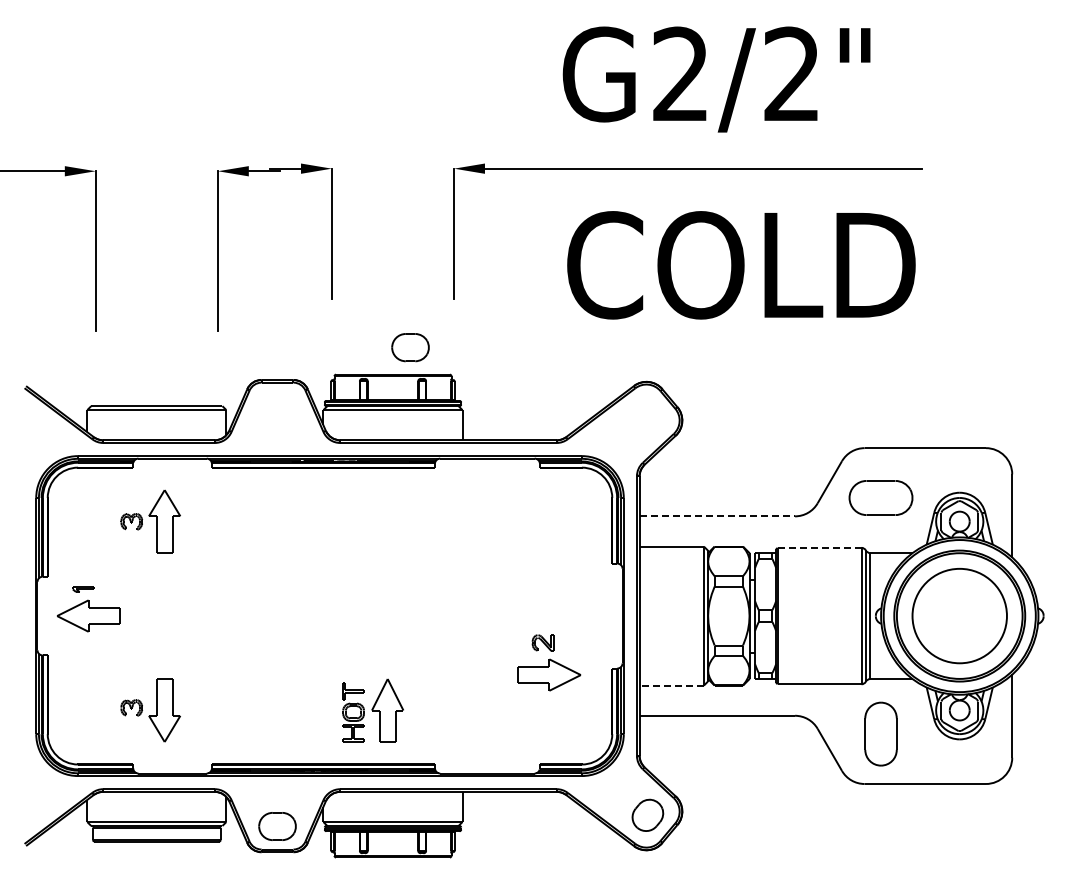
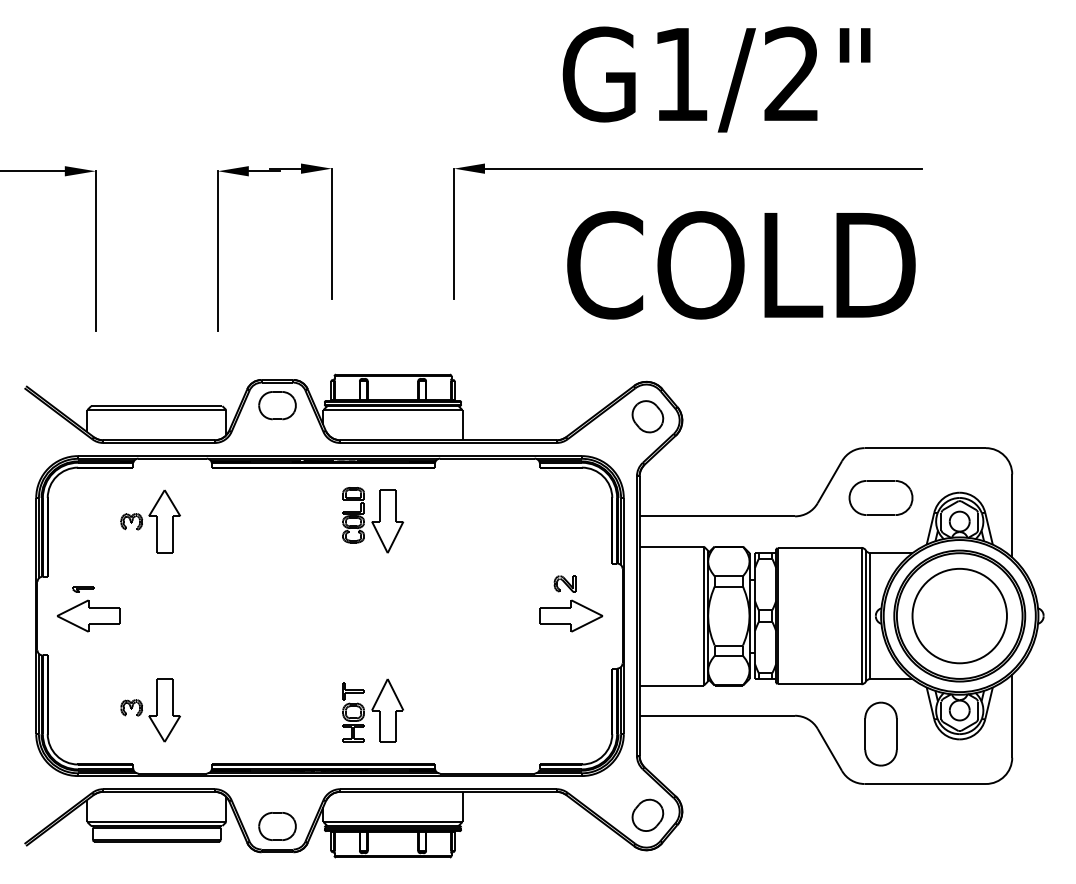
text at (680, 73): G2/2" -> G1/2"
part at (410, 347) position: (410, 347) -> (277, 405)
part at (647, 416): none -> present
line at (717, 516): dashed -> solid
part at (373, 520): none -> present
line at (819, 547): dashed -> solid
part at (549, 662) position: (549, 662) -> (571, 603)
line at (671, 685): dashed -> solid
